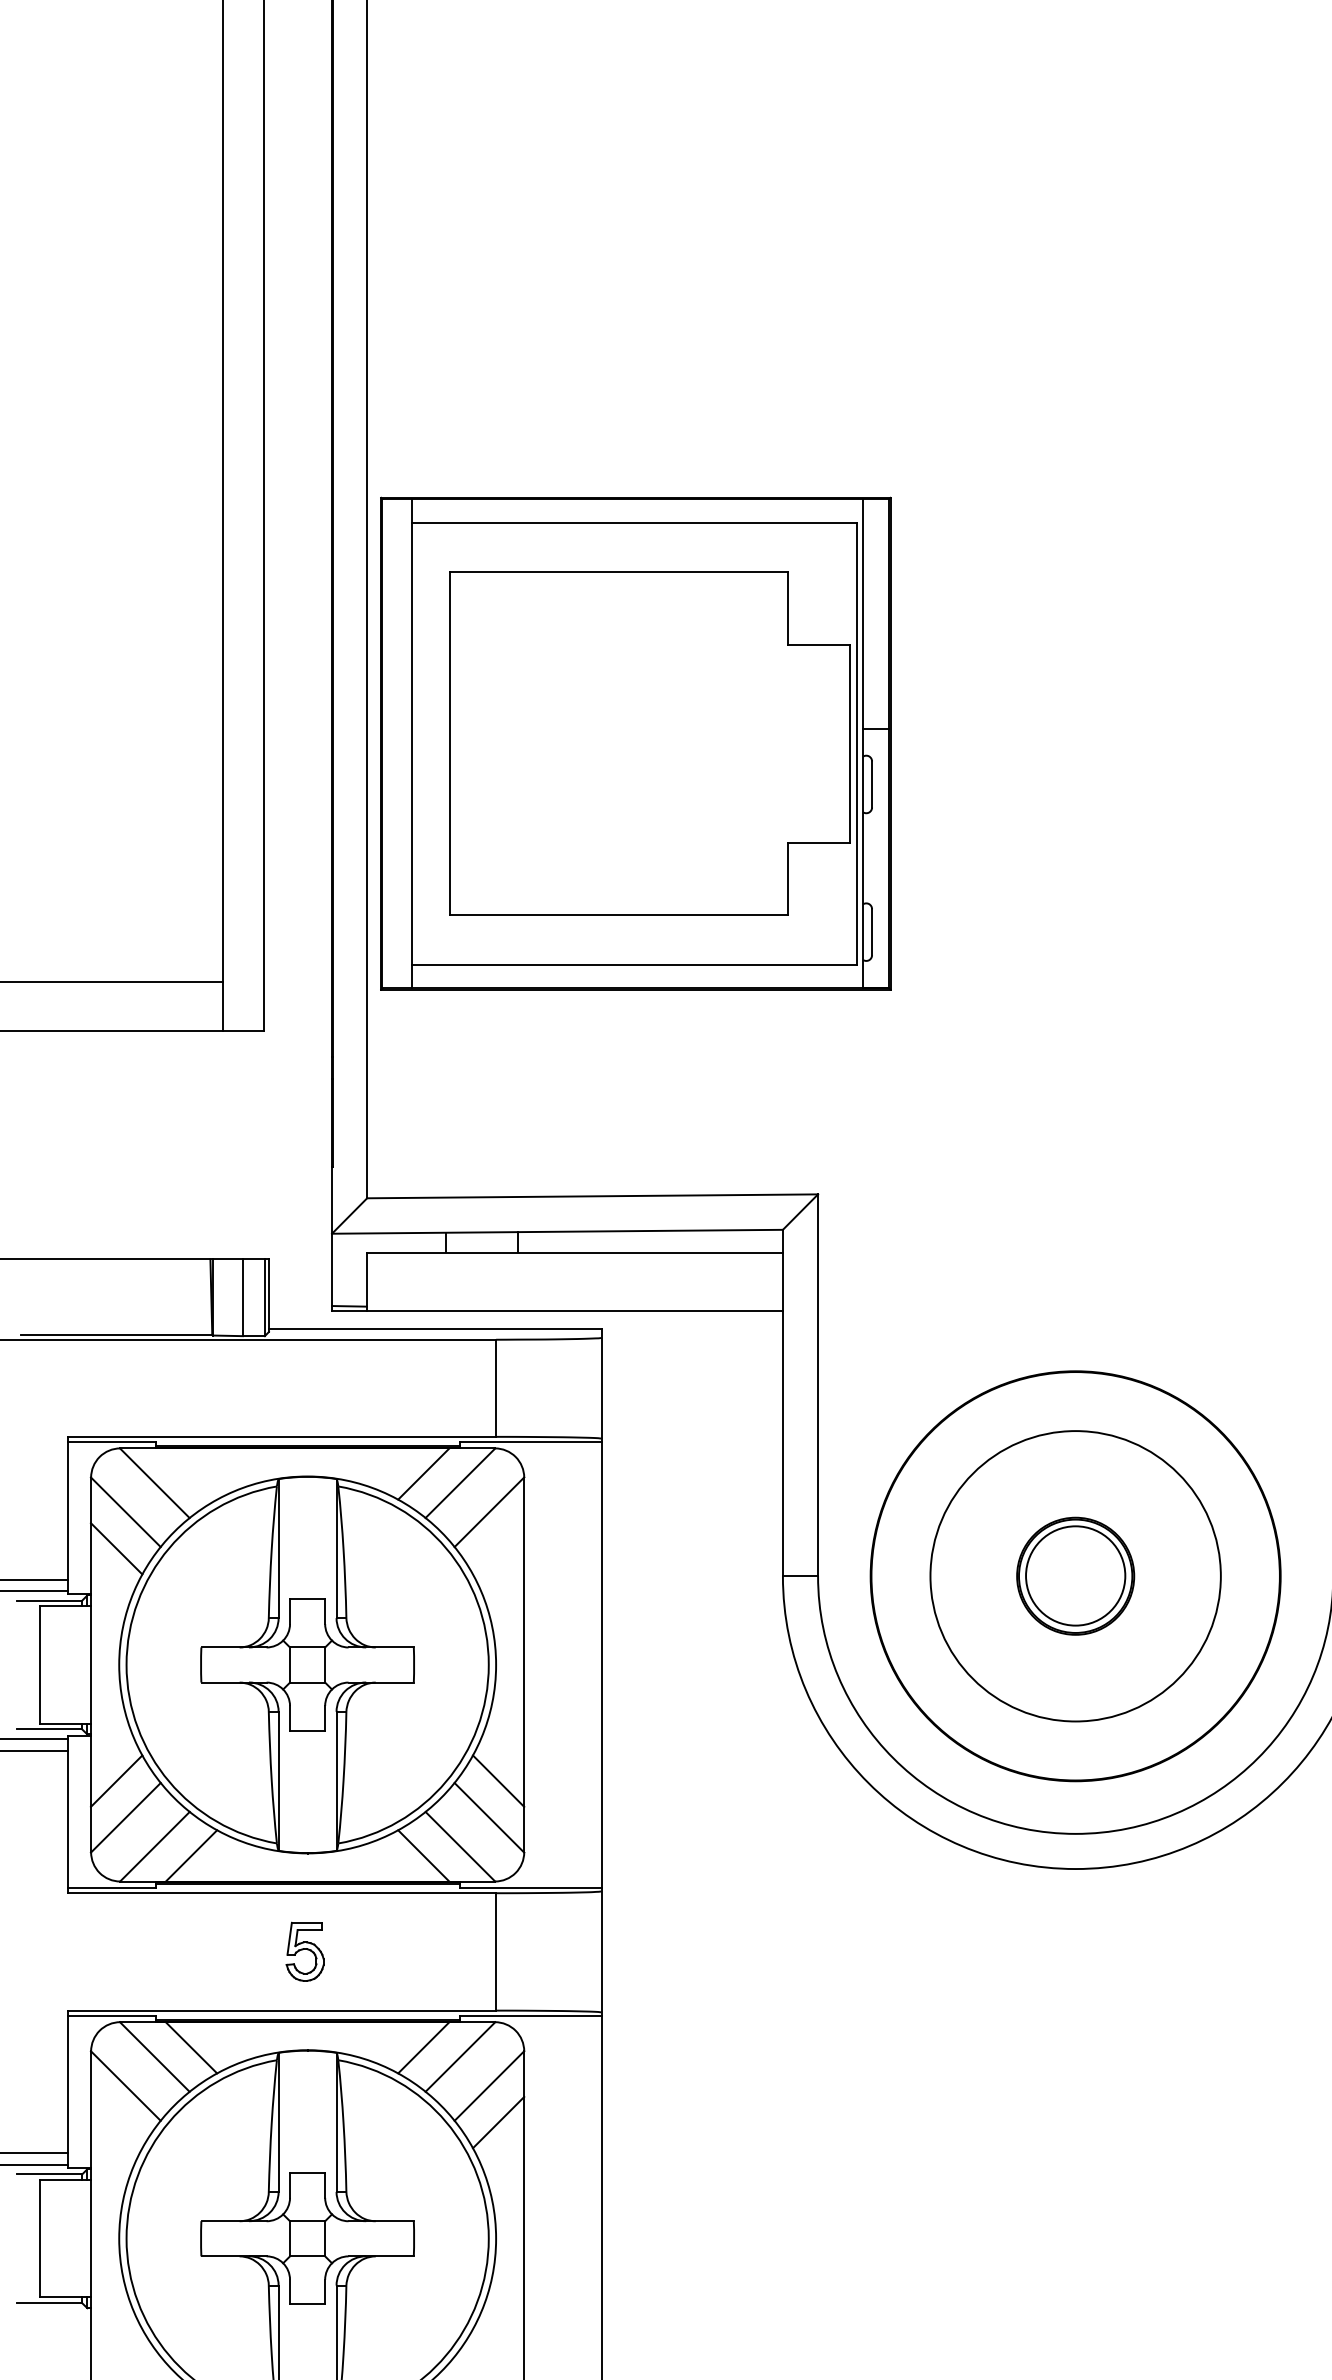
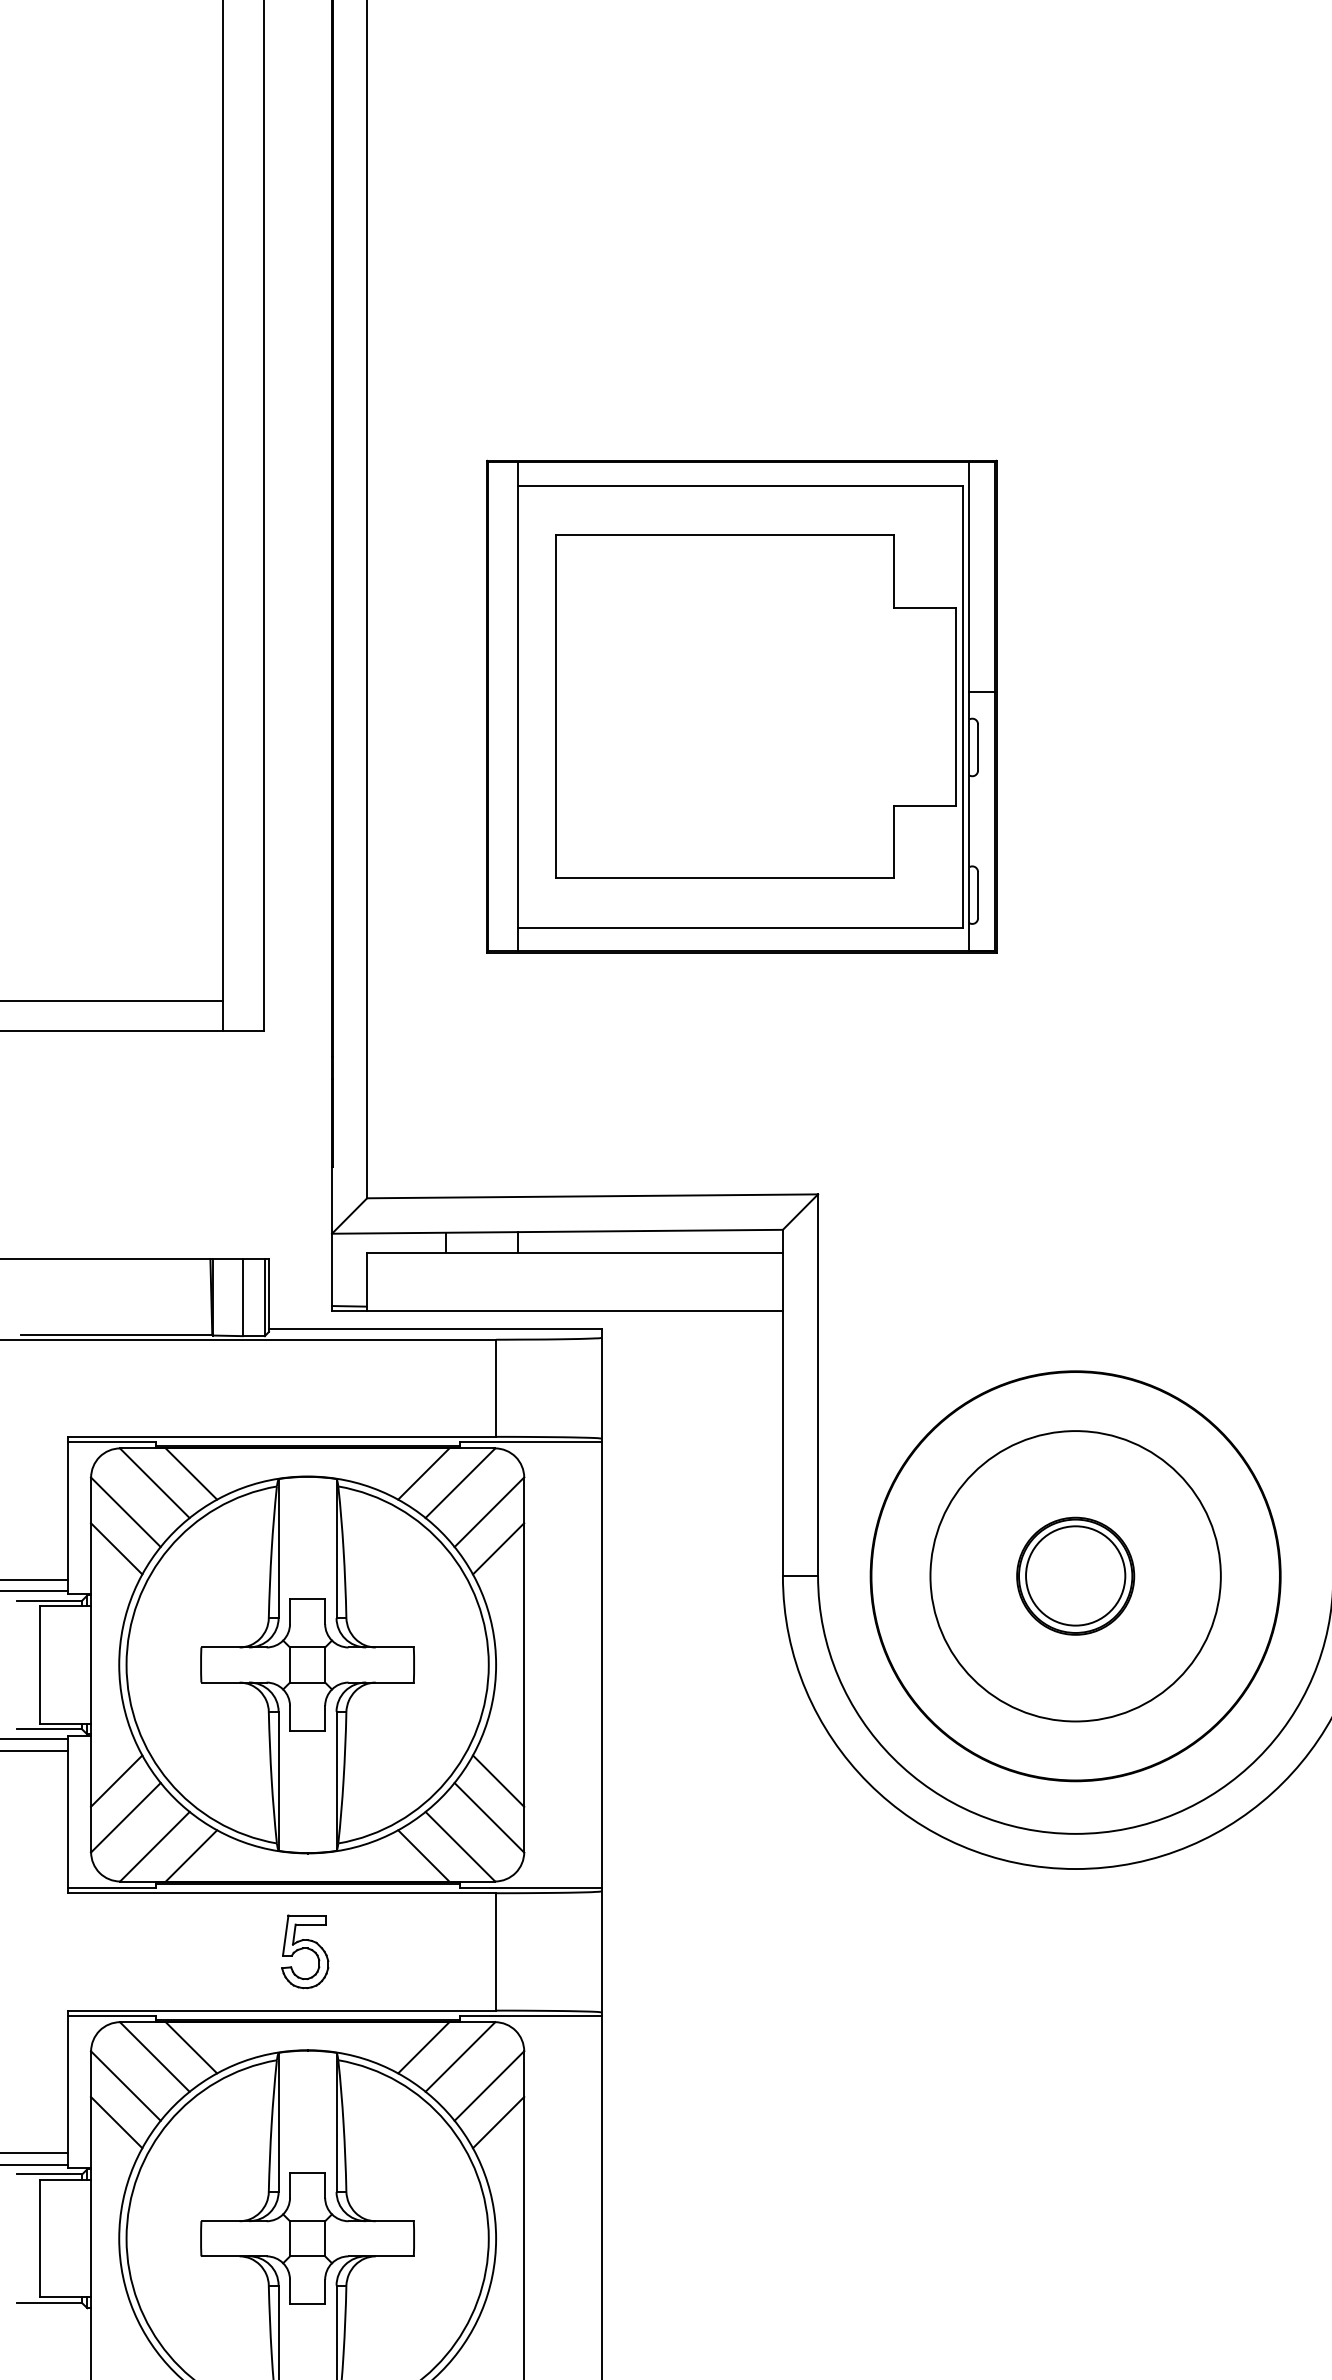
part at (635, 743) position: (635, 743) -> (741, 706)
line at (112, 982) position: (112, 982) -> (112, 1001)
line at (191, 1473): none -> present
line at (498, 1548): none -> present
part at (304, 1951) size: 40x61 px -> 49x76 px
line at (116, 2122): none -> present
